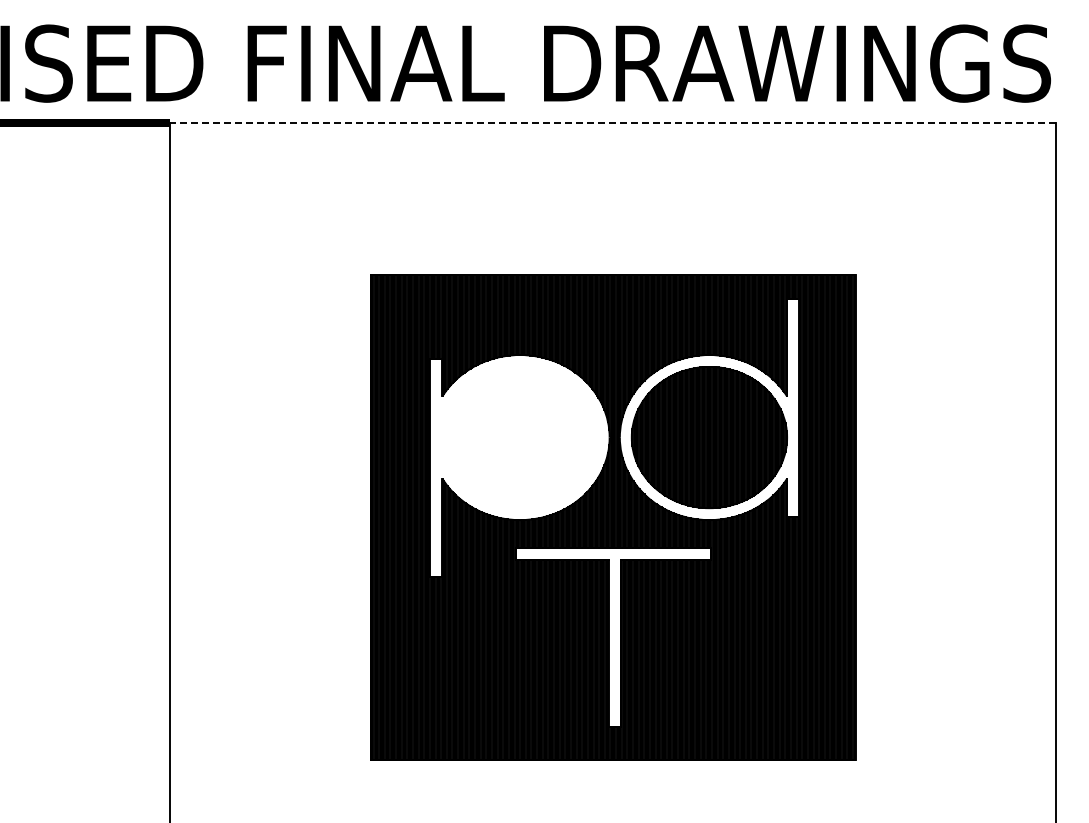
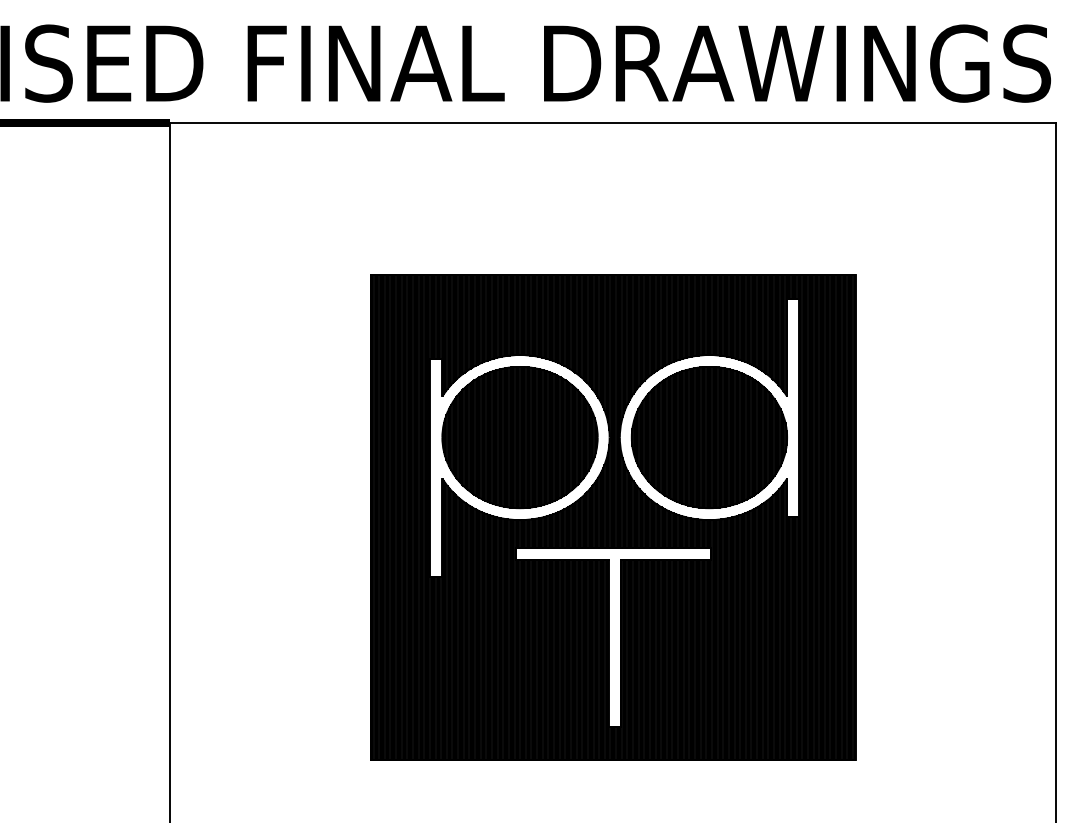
line at (612, 122): dashed -> solid
part at (519, 437): none -> present
